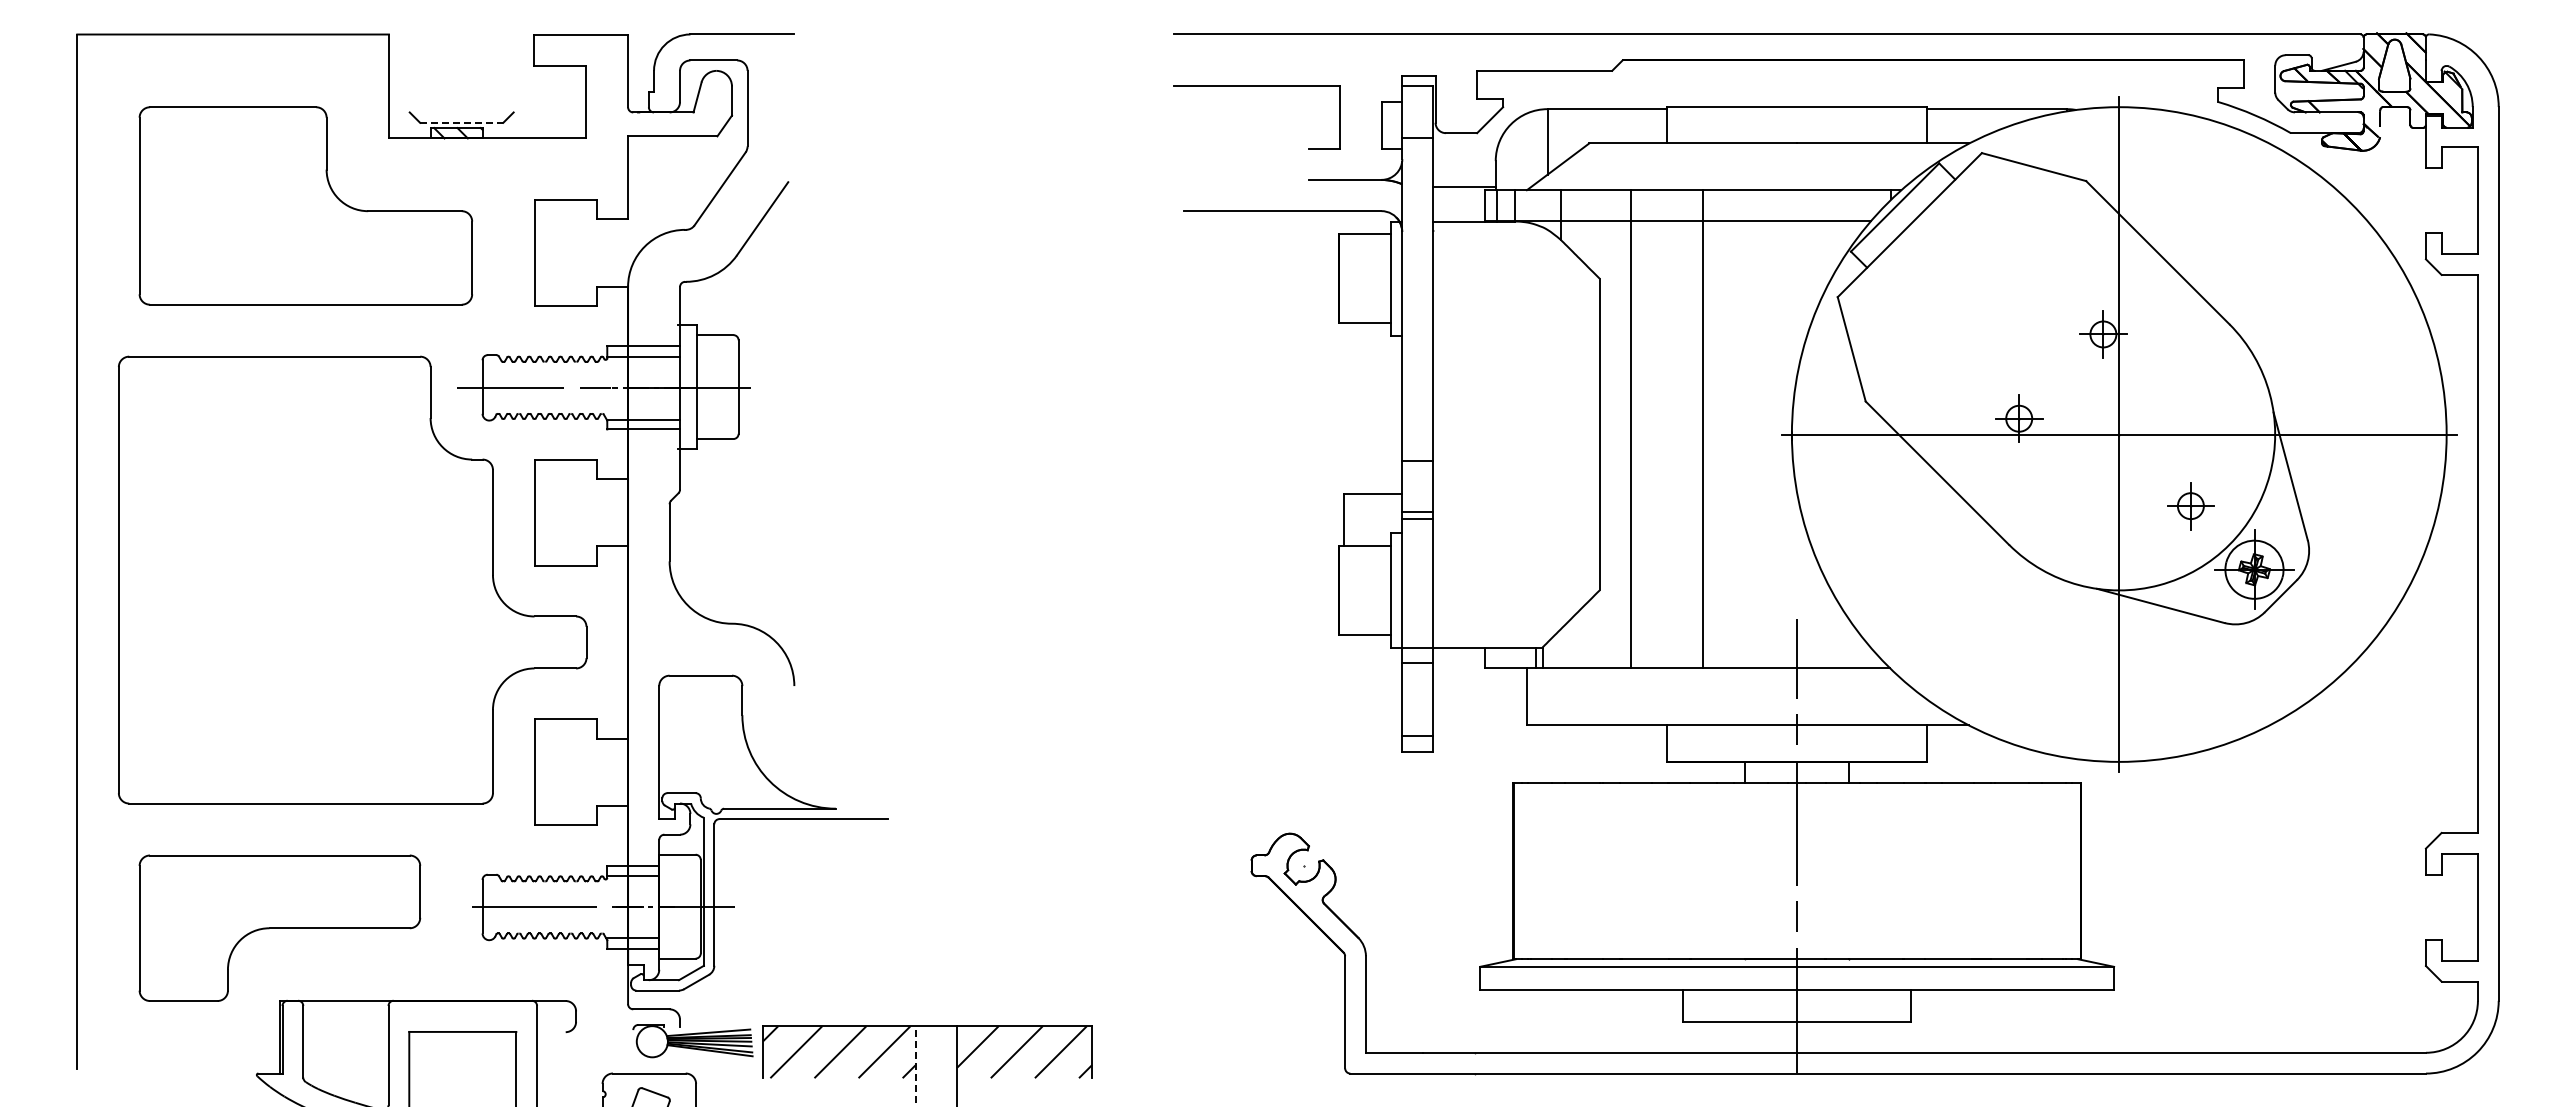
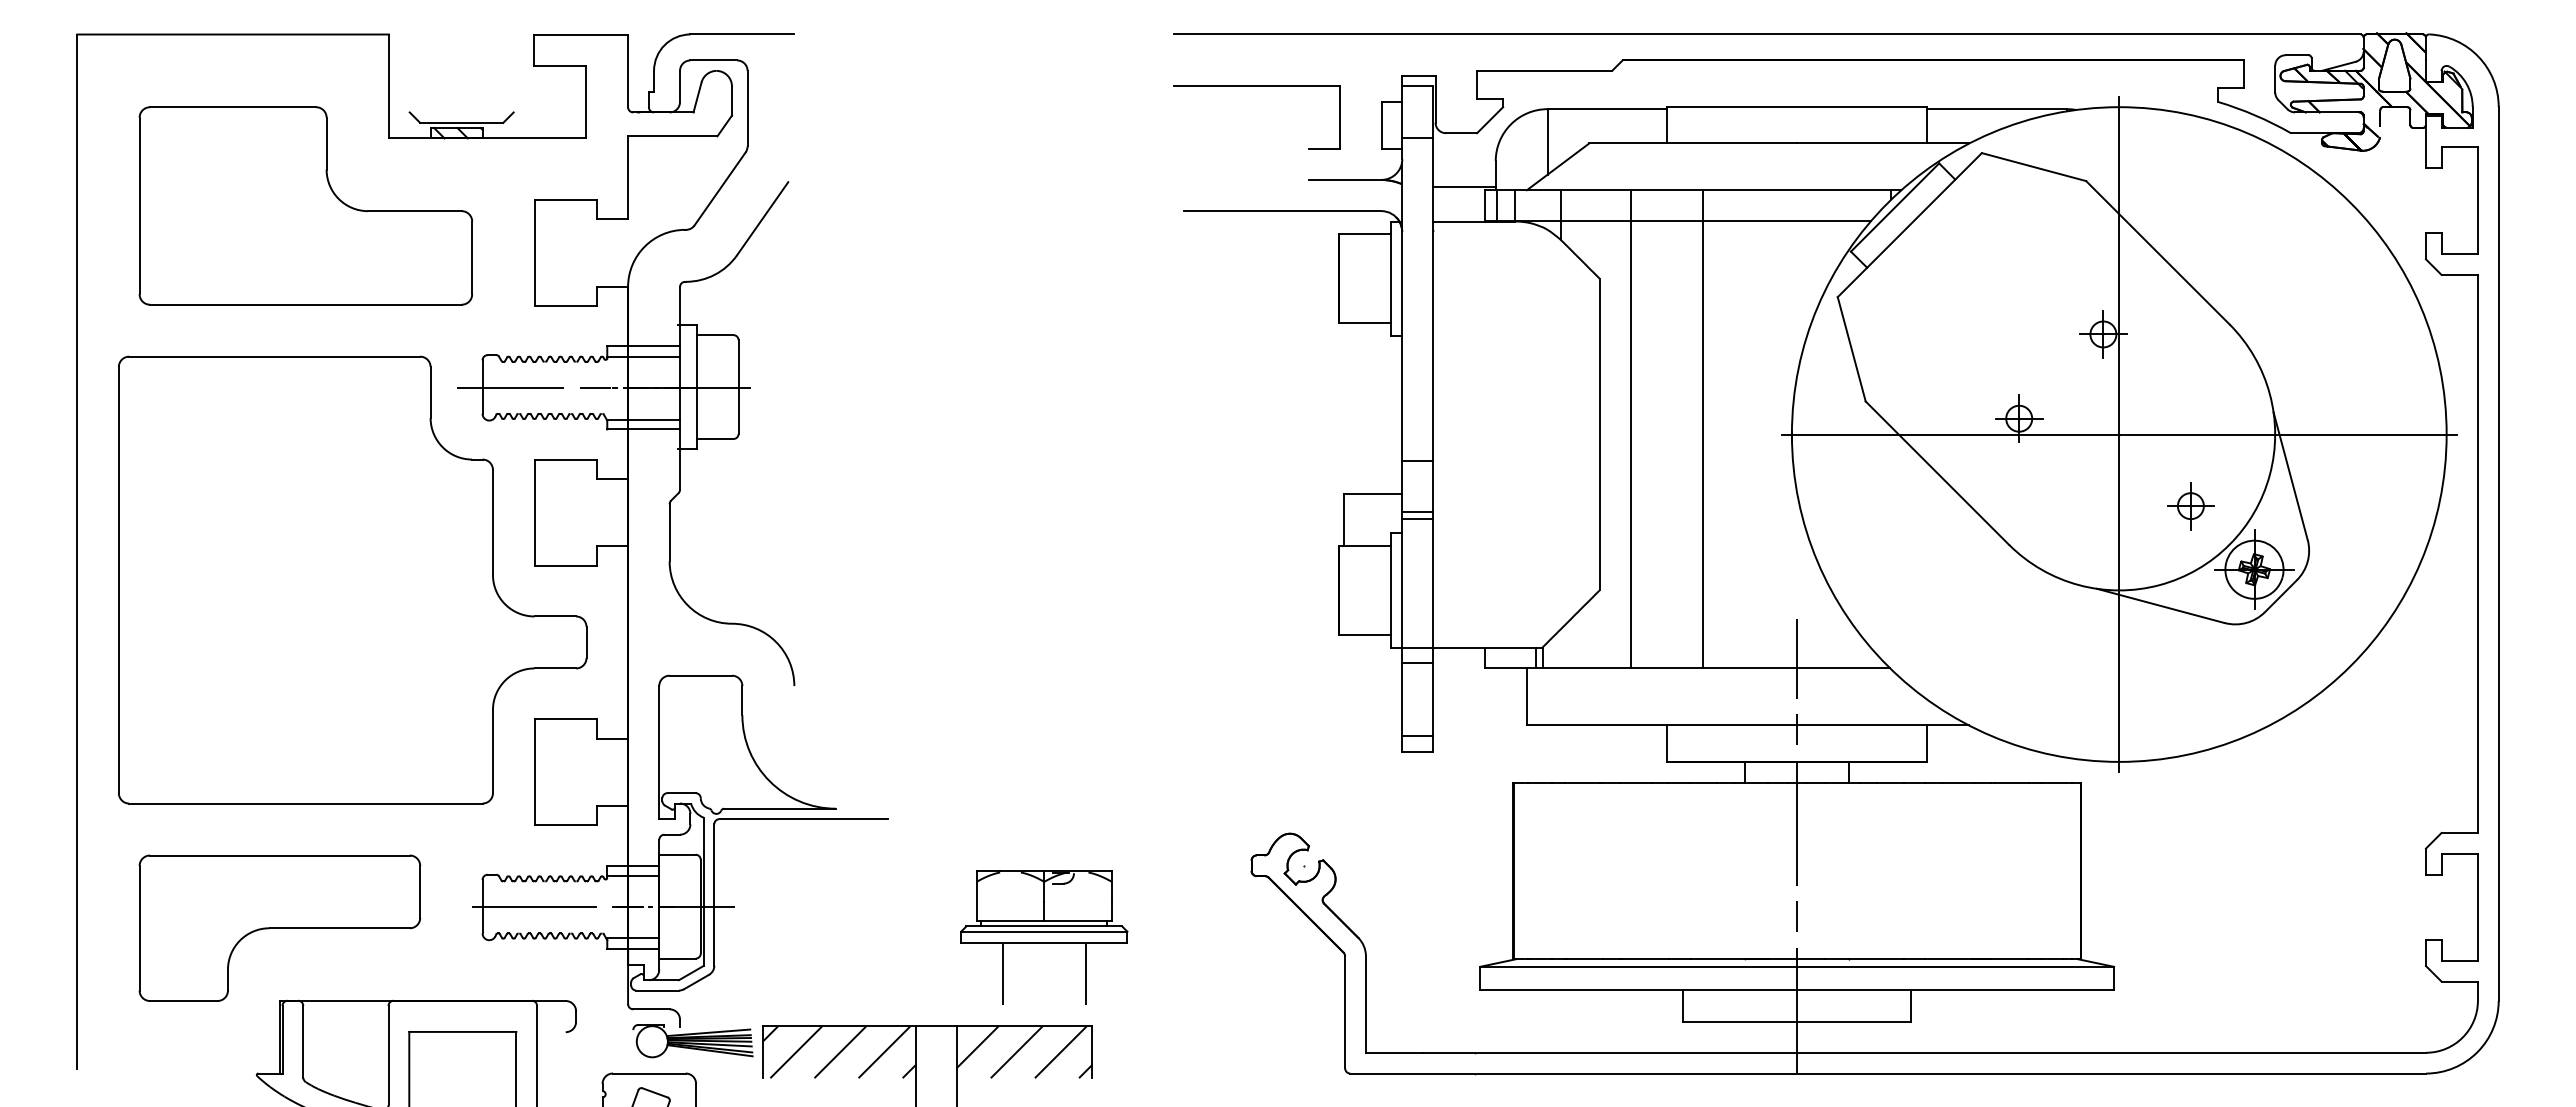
line at (461, 122): dashed -> solid
part at (1044, 937): none -> present
line at (915, 1066): dashed -> solid
